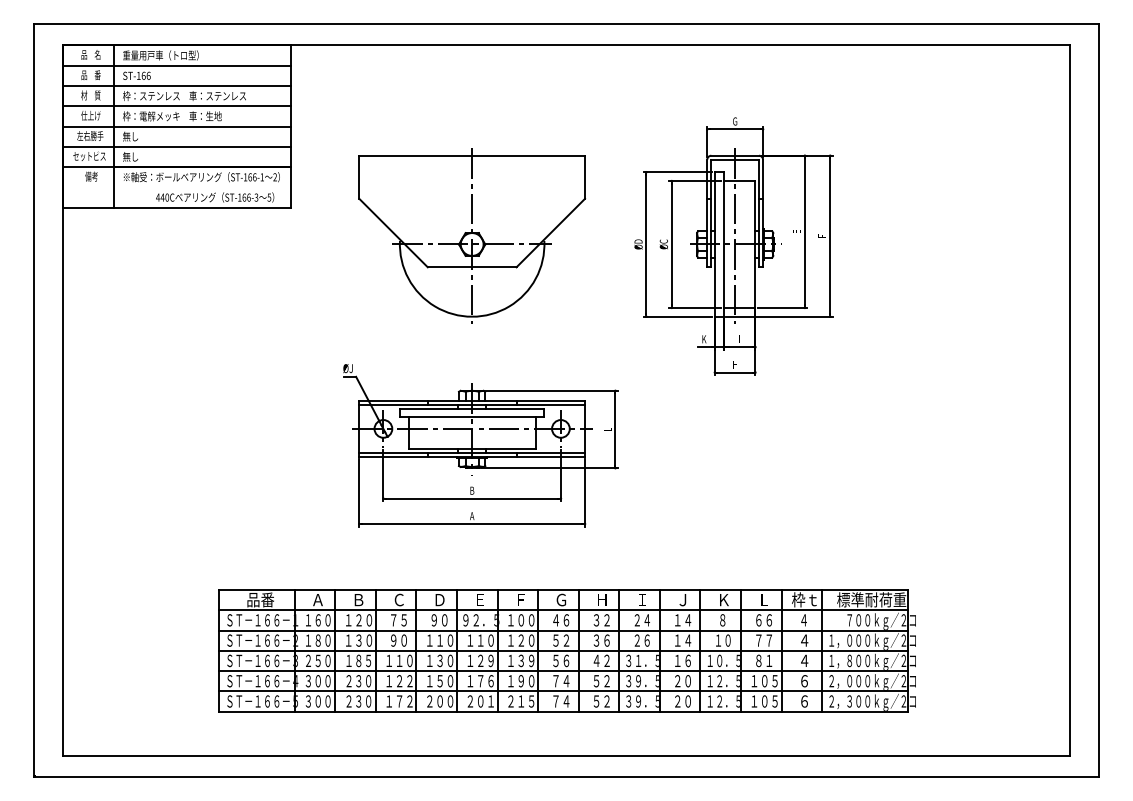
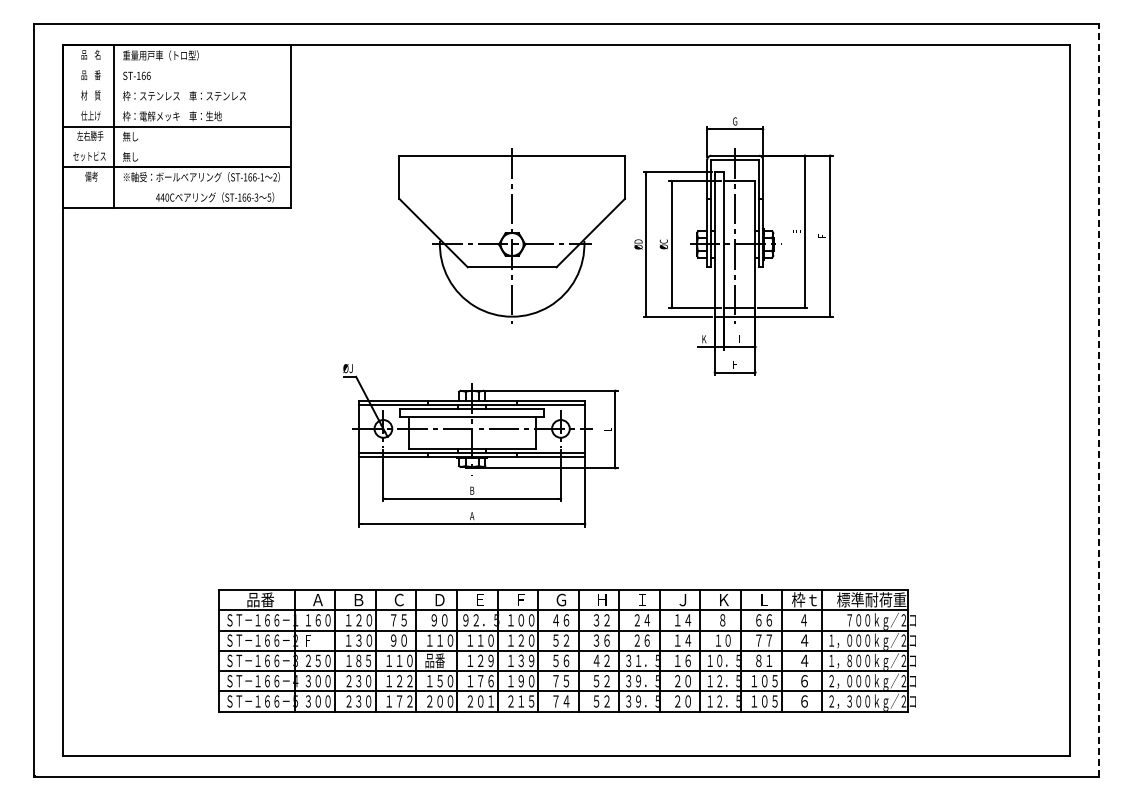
line at (177, 65): present -> none
line at (177, 86): present -> none
line at (177, 106): present -> none
line at (177, 146): present -> none
part at (472, 235) position: (472, 235) -> (512, 235)
line at (1099, 400): solid -> dashed
text at (318, 640): １８０ -> Ｆ
text at (439, 660): １３０ -> 品番
text at (566, 681): ７４ -> ７５
